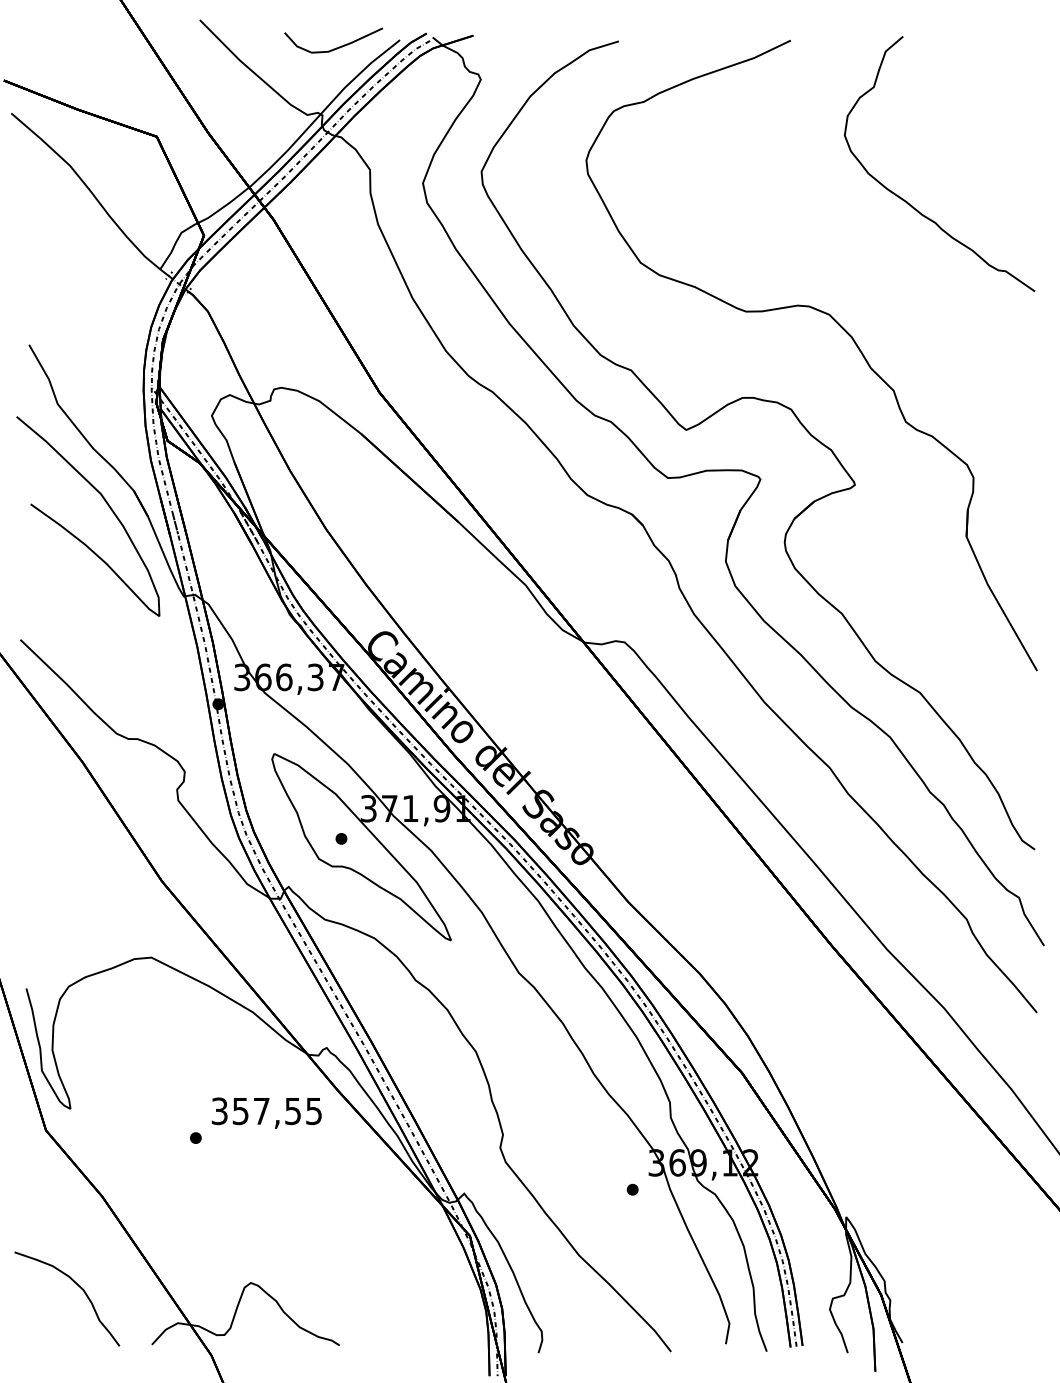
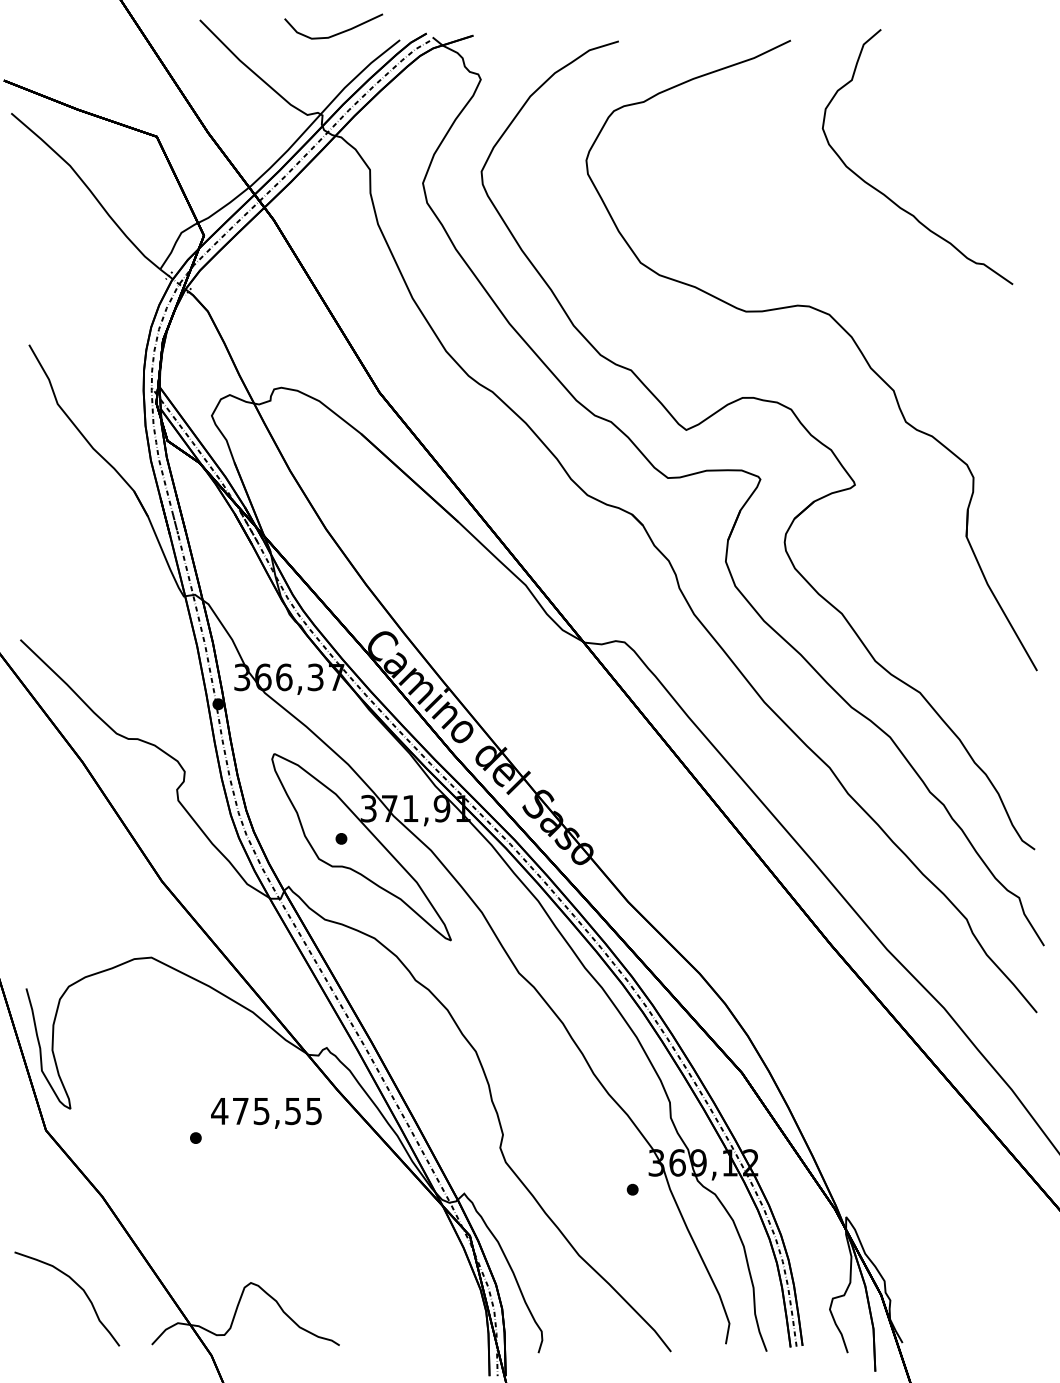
curve at (336, 47) position: (336, 47) -> (336, 33)
curve at (911, 204) position: (911, 204) -> (889, 197)
curve at (107, 505): present -> none
text at (240, 1111): 357,55 -> 475,55
